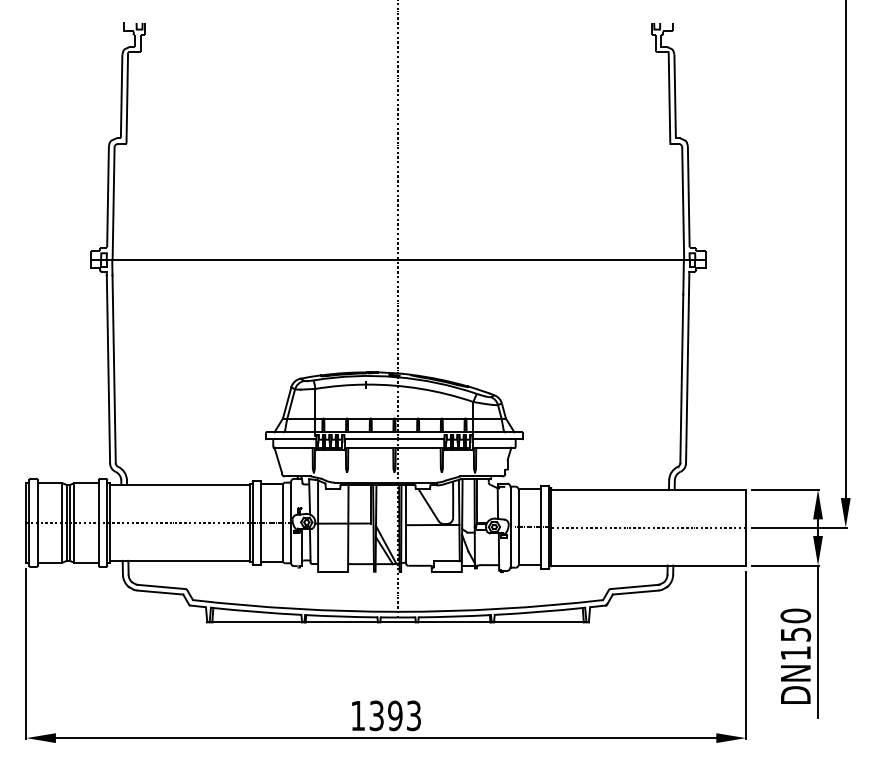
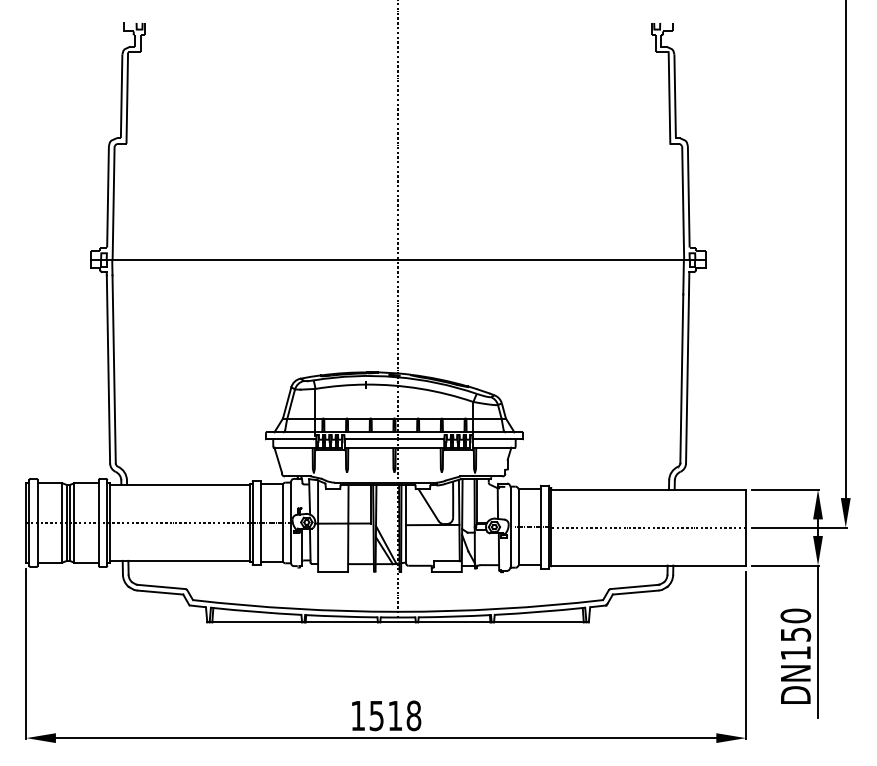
text at (395, 715): 1393 -> 1518
